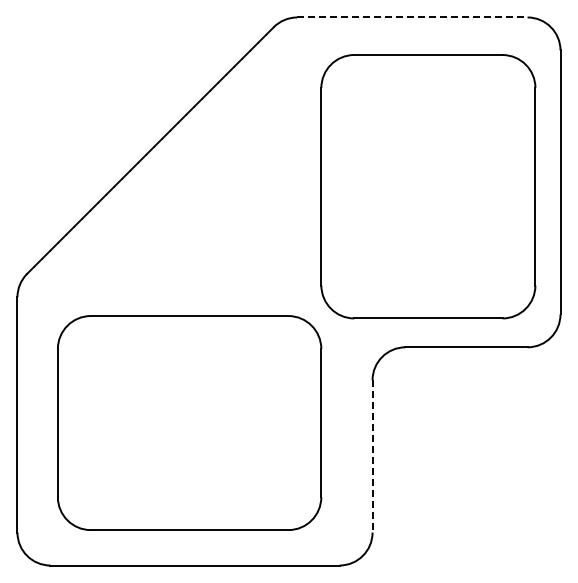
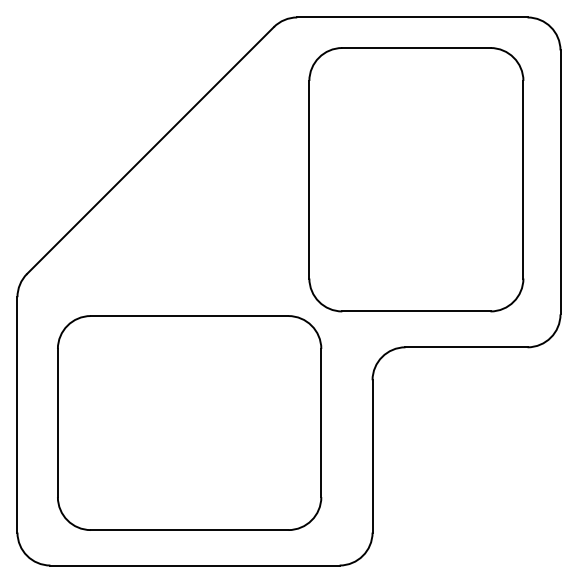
line at (412, 17): dashed -> solid
part at (428, 186) position: (428, 186) -> (416, 179)
line at (372, 456): dashed -> solid
